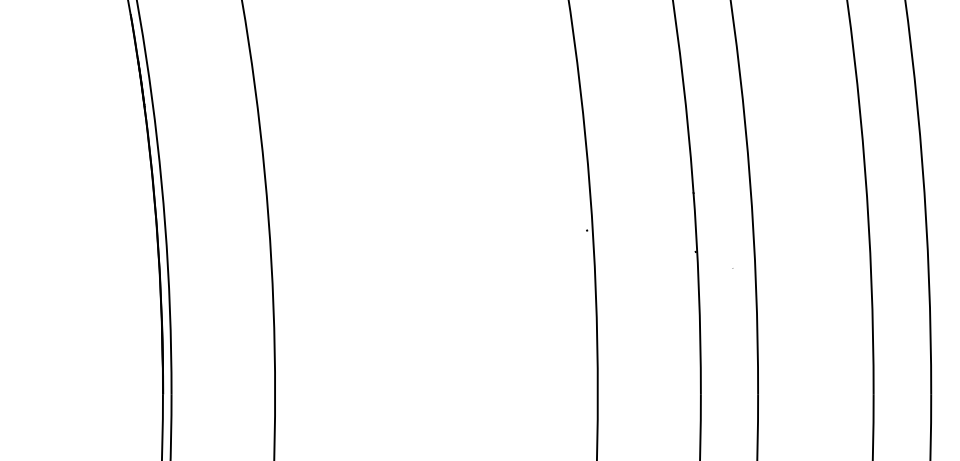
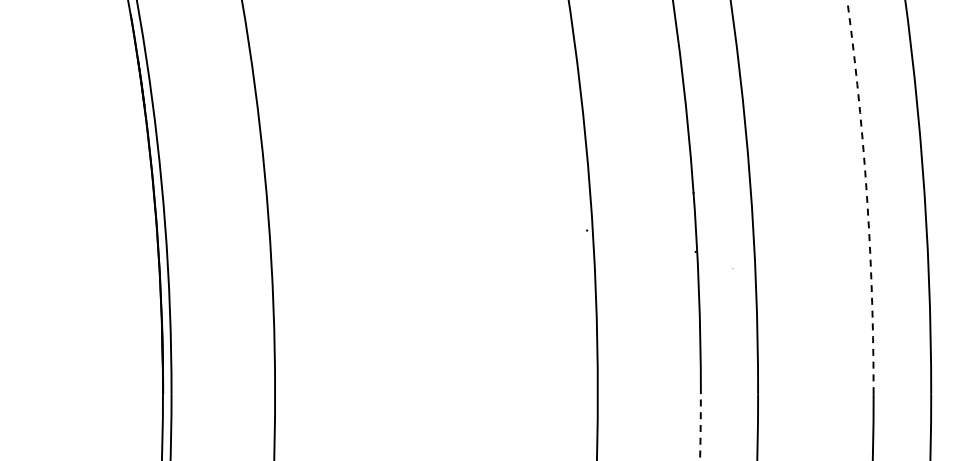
arc at (867, 196): solid -> dashed
arc at (700, 427): solid -> dashed
